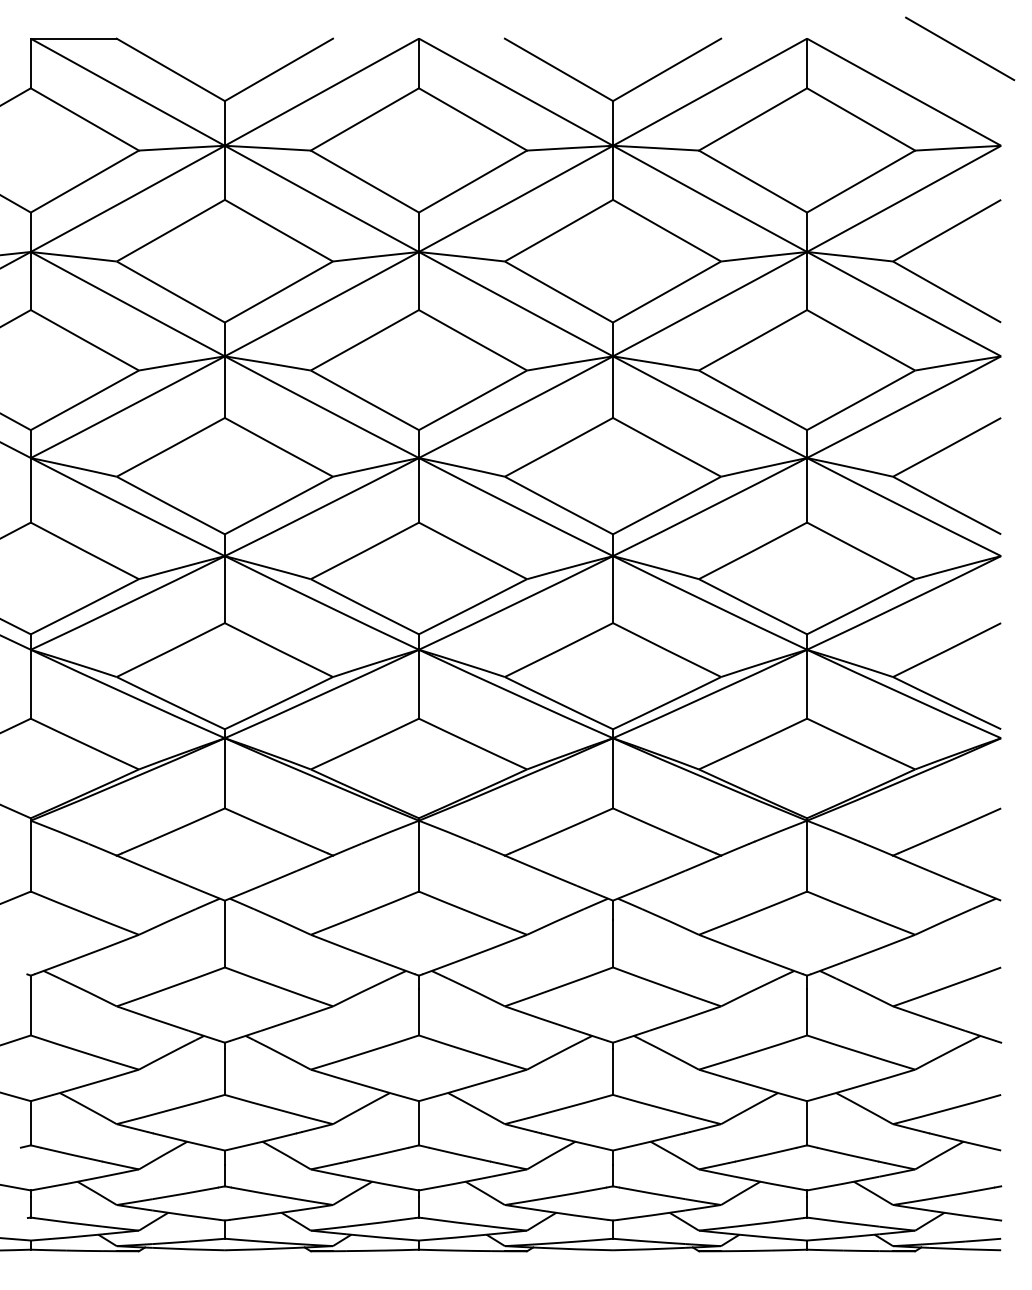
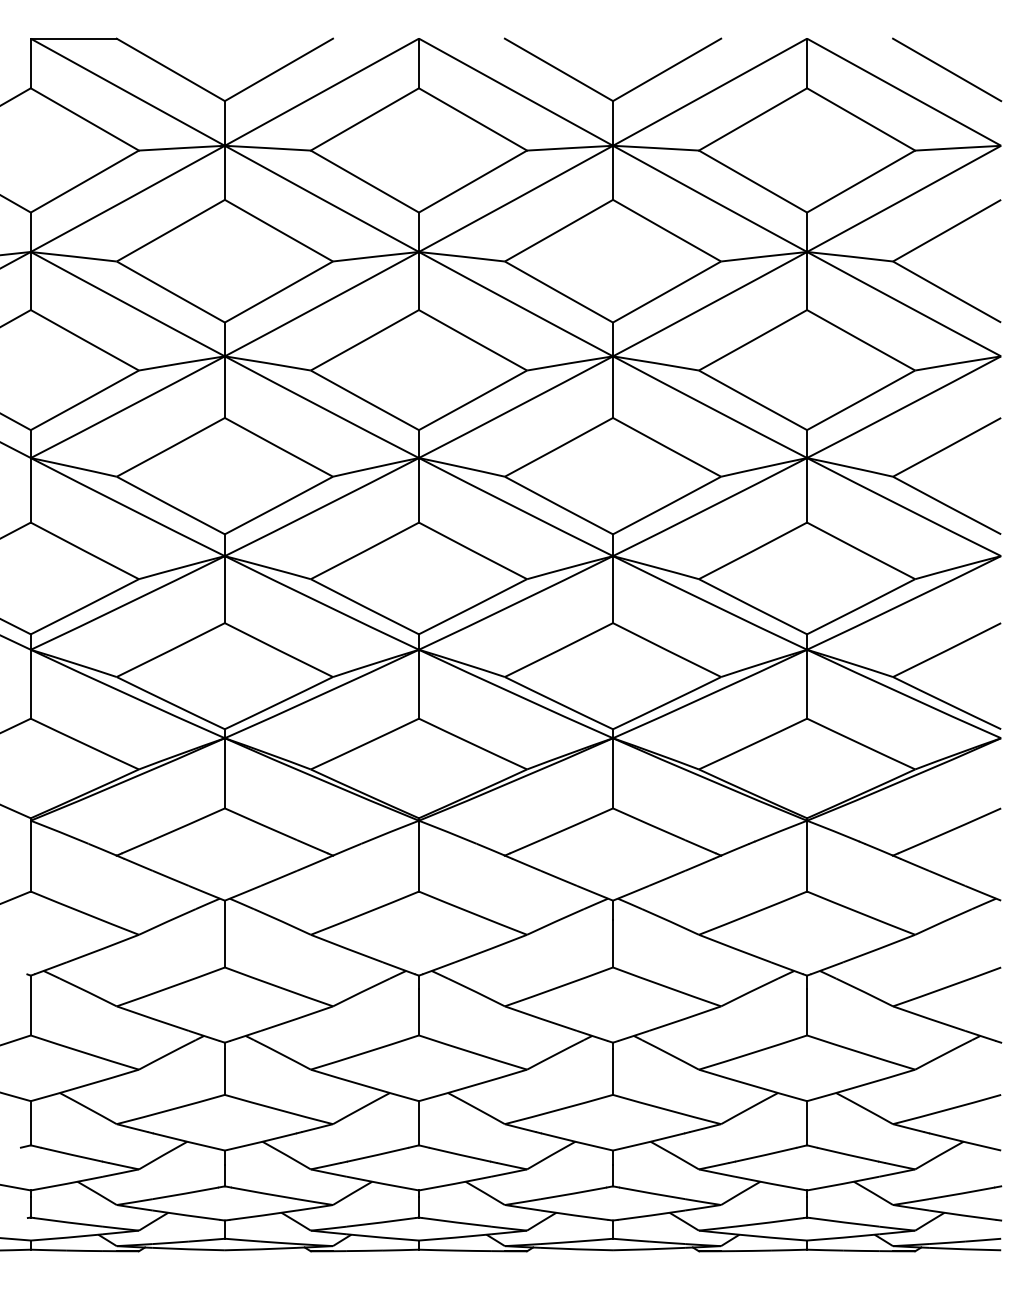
line at (960, 48) position: (960, 48) -> (947, 69)
